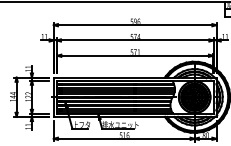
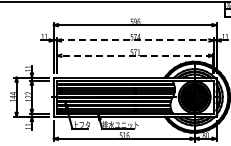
line at (135, 40): solid -> dashed
line at (135, 55): solid -> dashed
